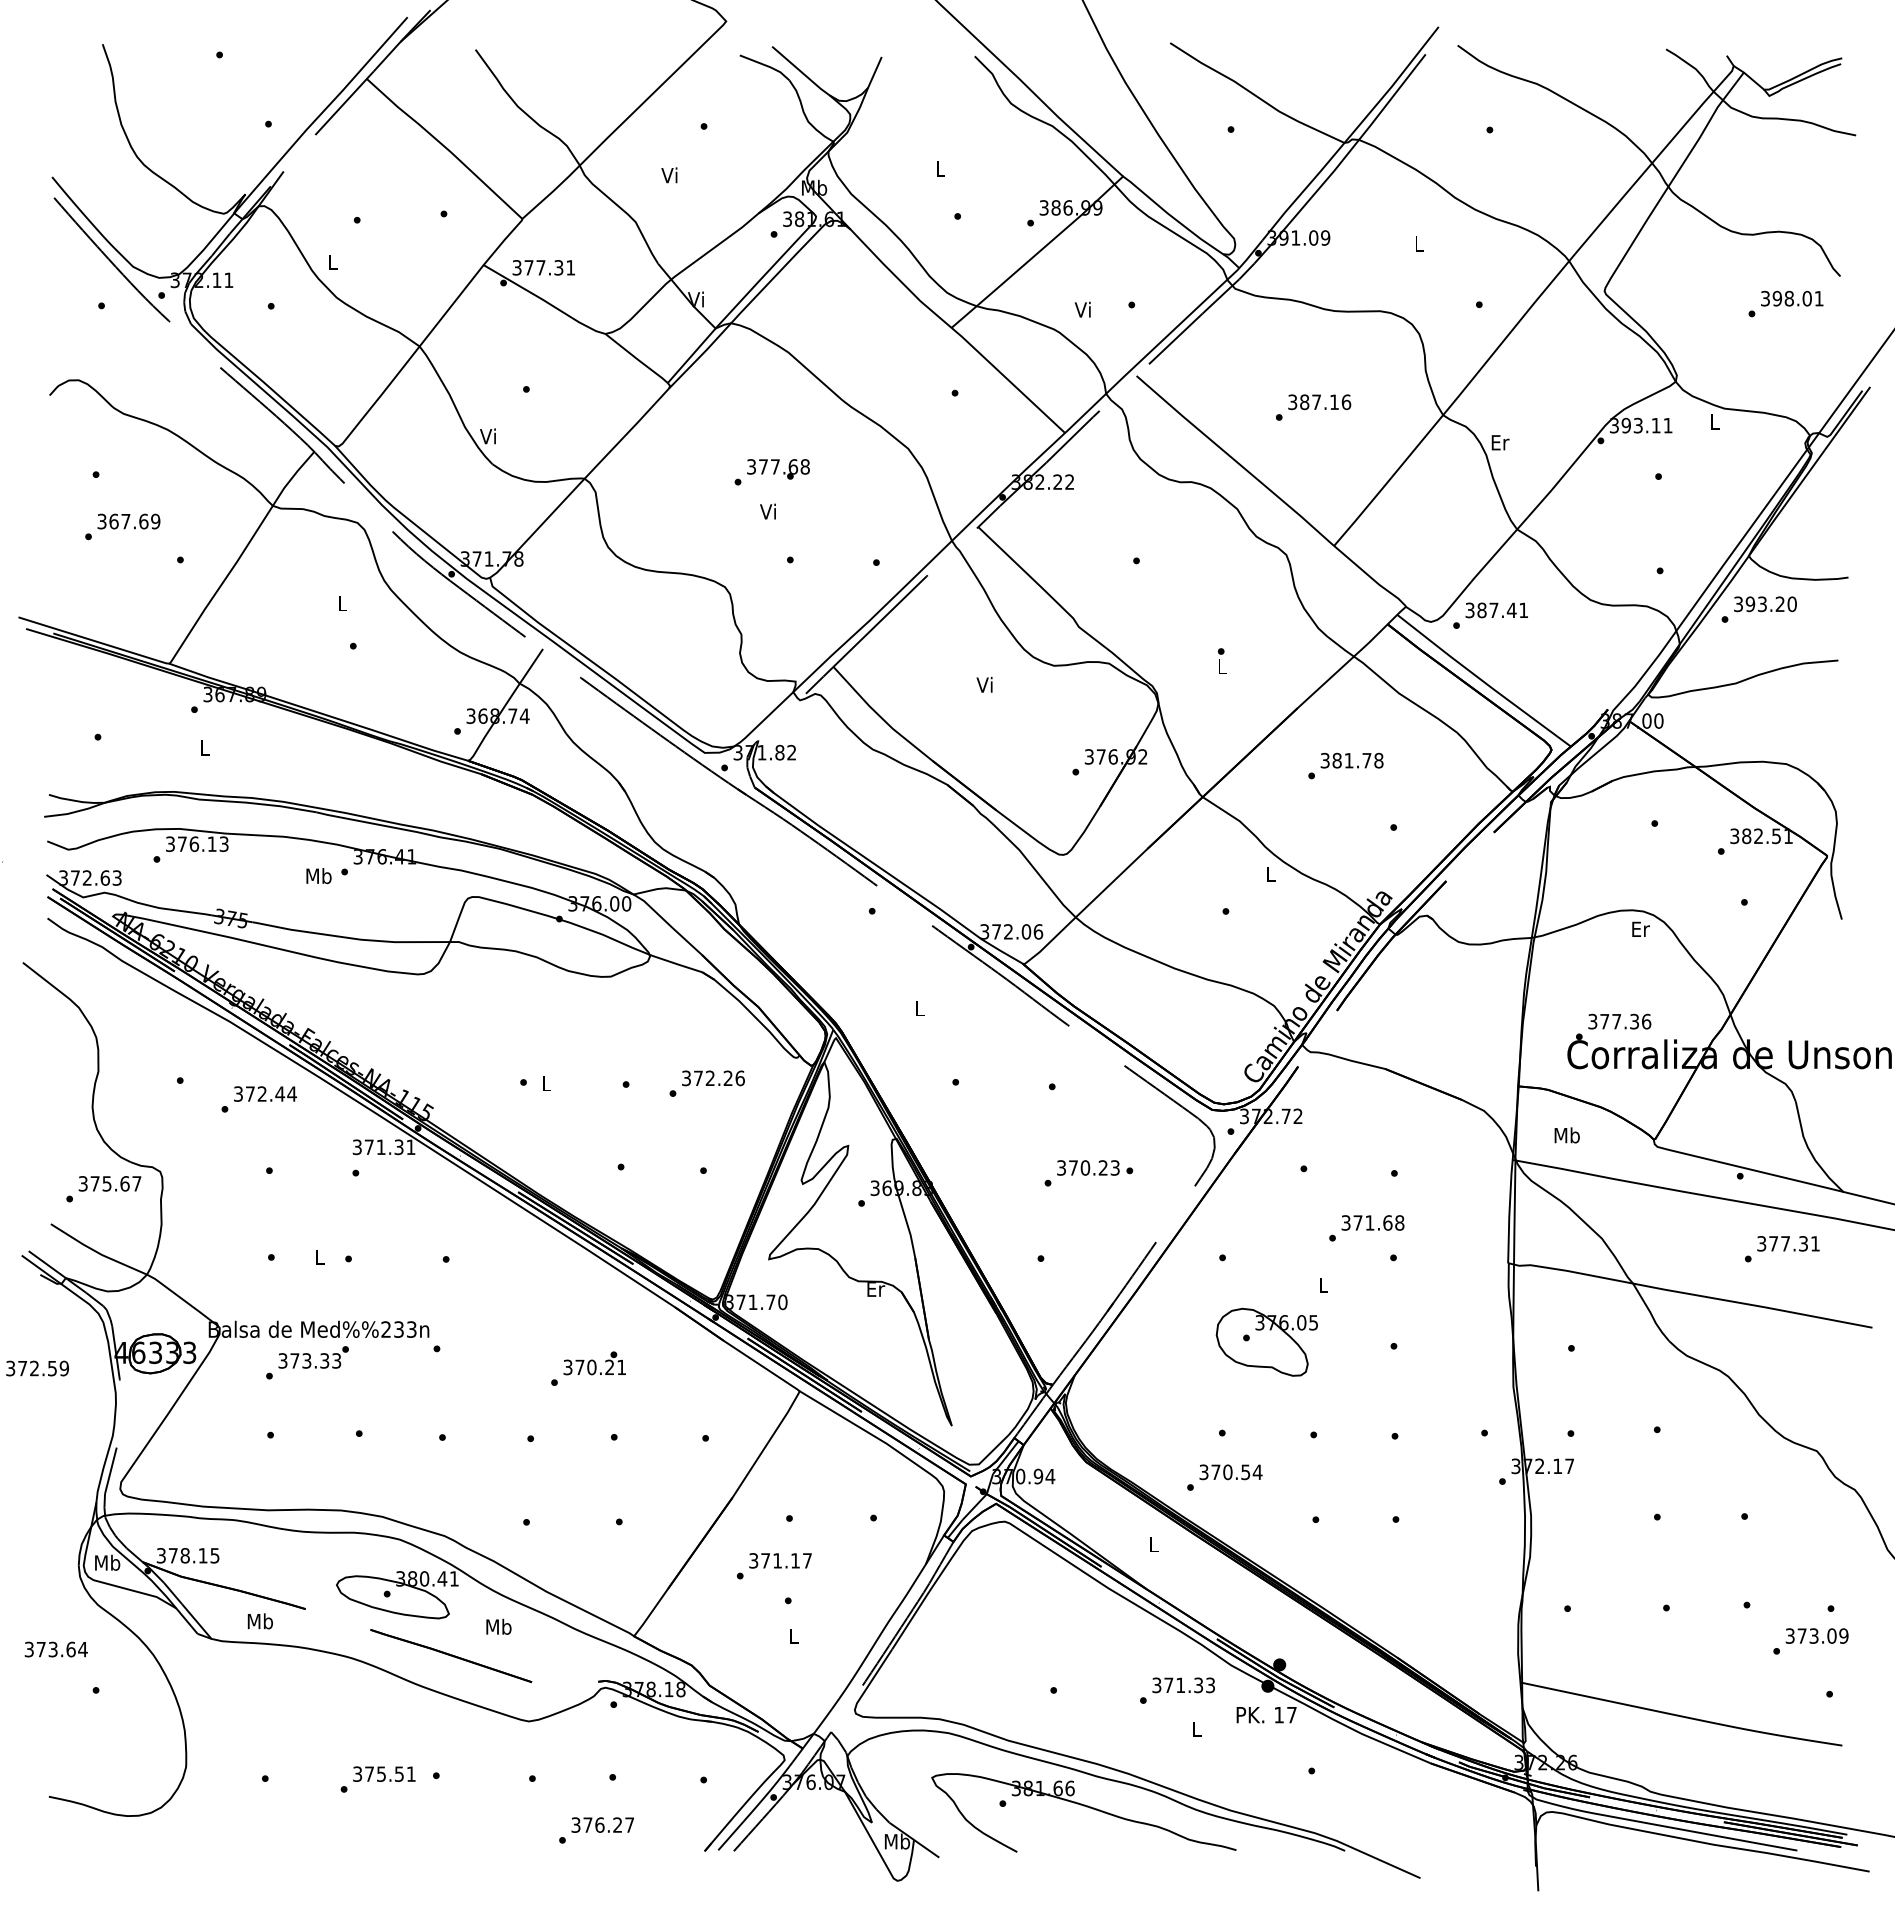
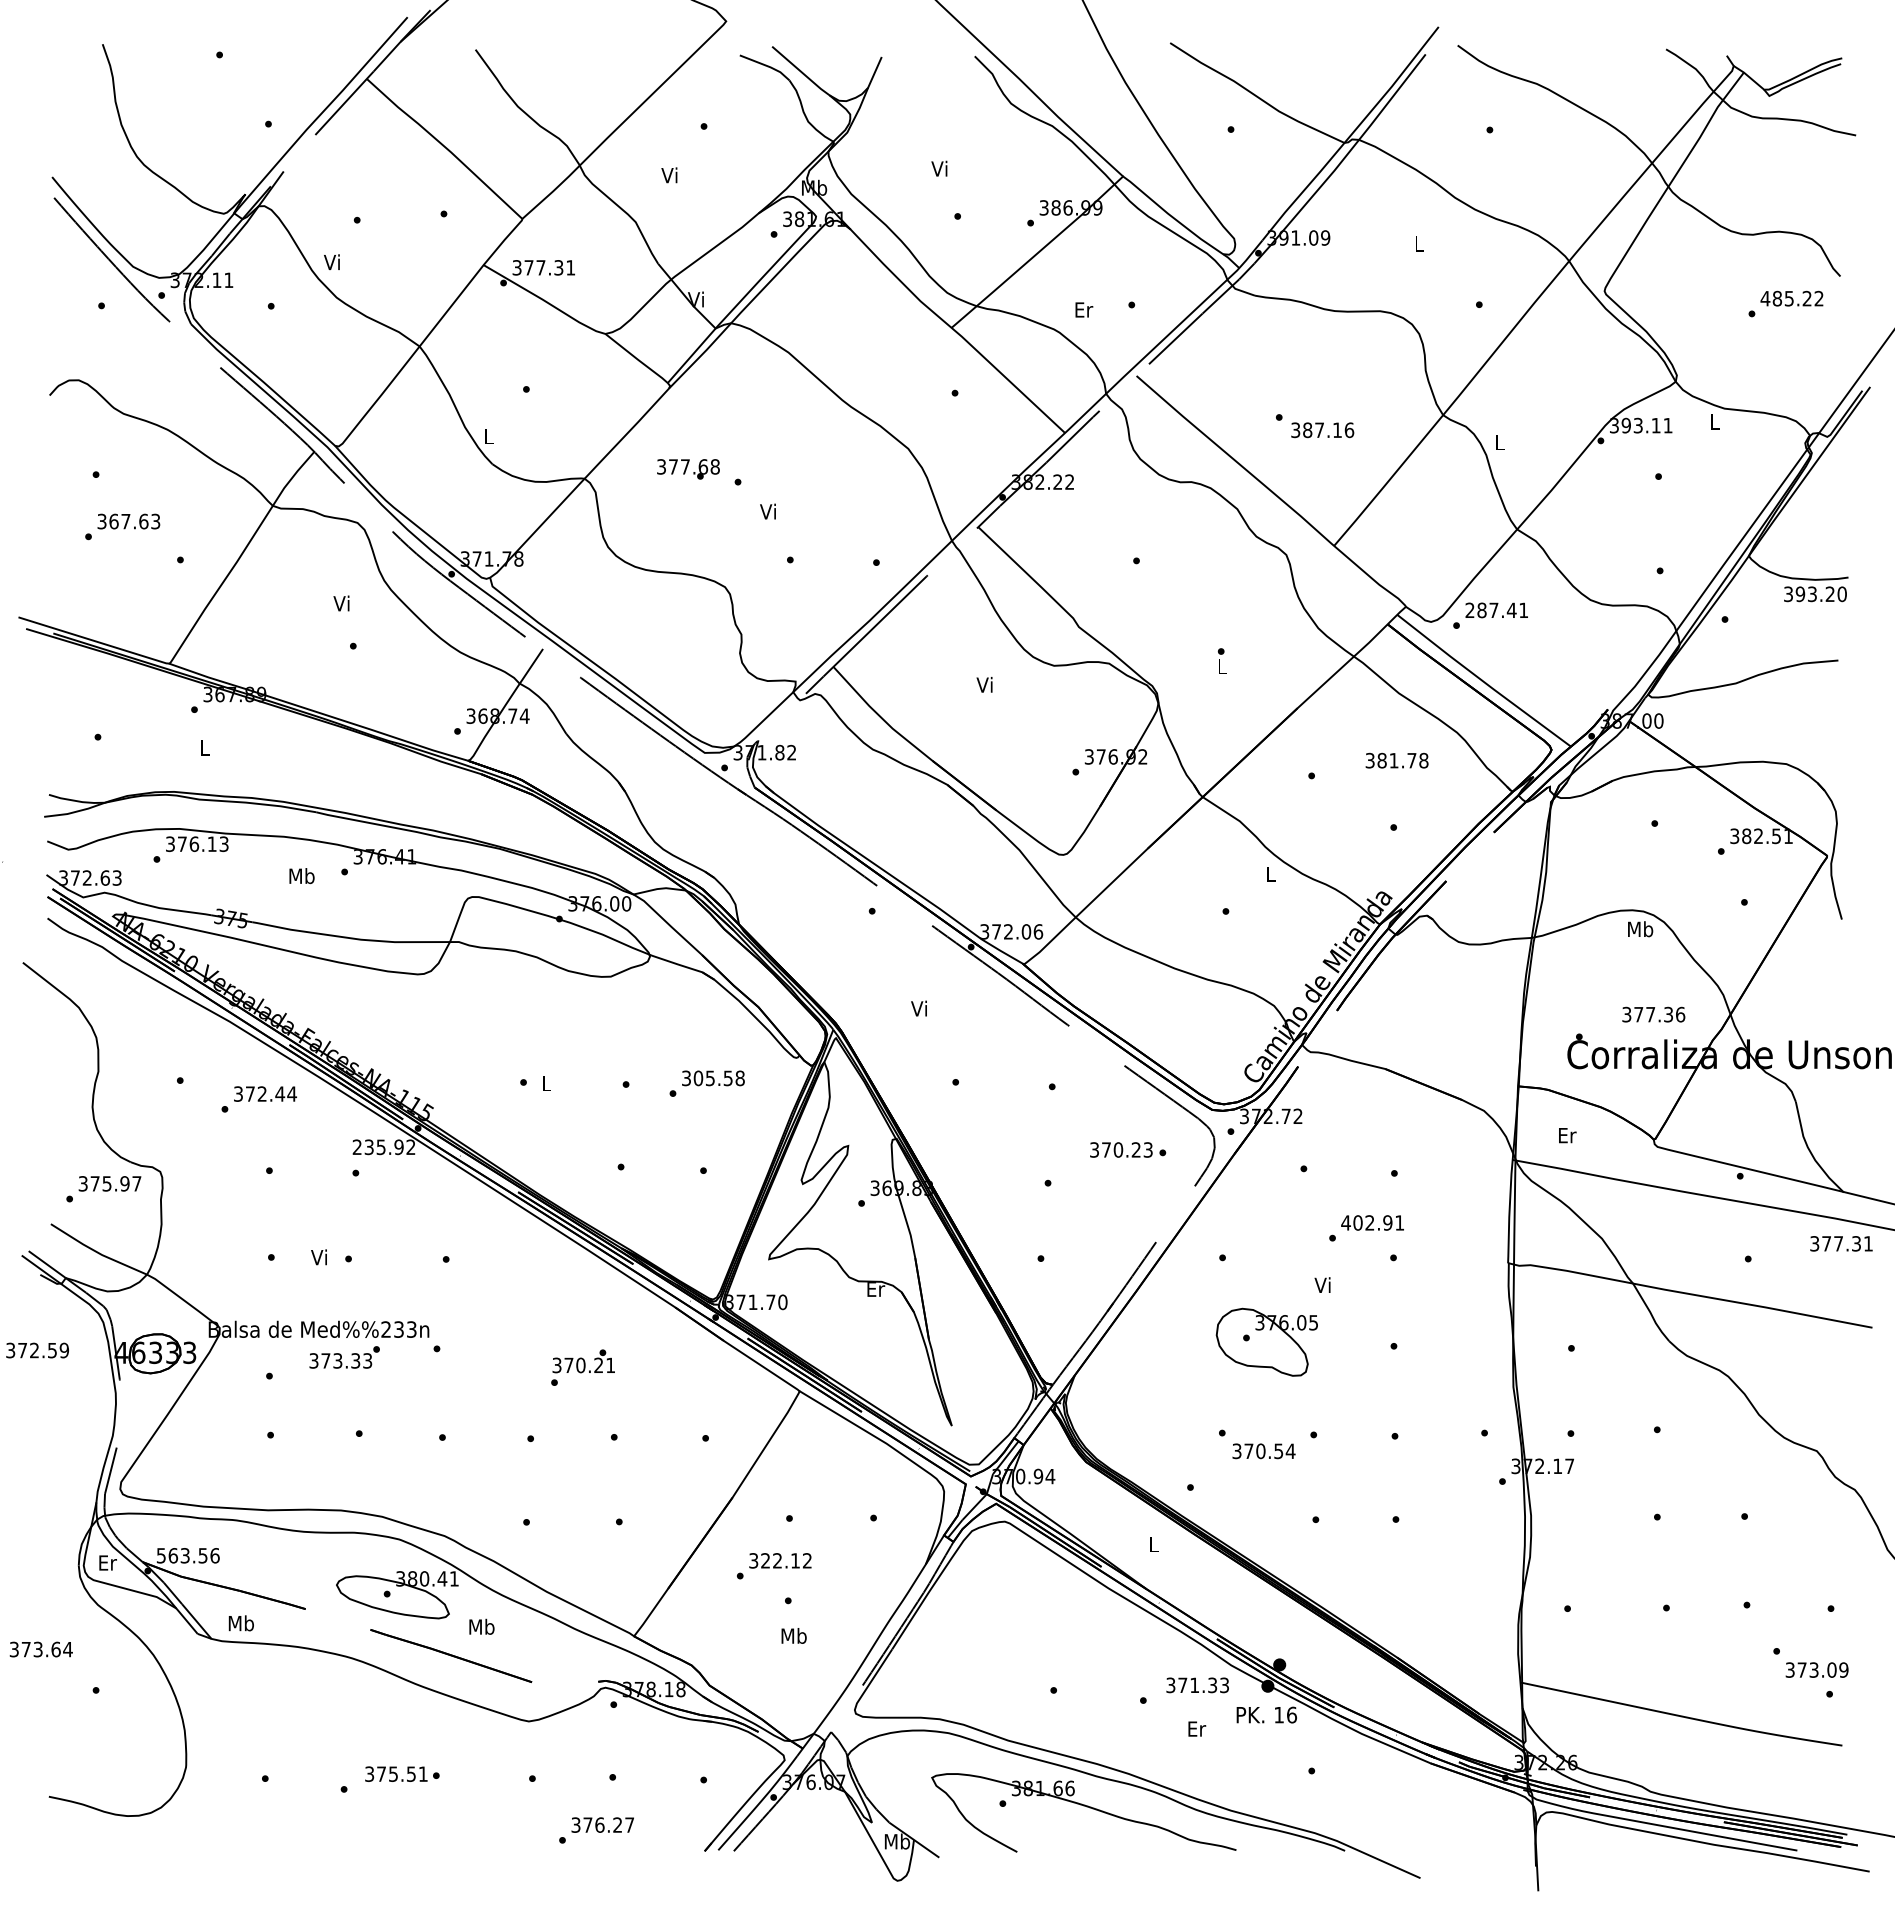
text at (939, 168): L -> Vi
text at (331, 262): L -> Vi
text at (1791, 298): 398.01 -> 485.22
text at (1083, 309): Vi -> Er
text at (1319, 402) position: (1319, 402) -> (1322, 430)
text at (487, 436): Vi -> L
text at (1500, 442): Er -> L
text at (778, 469) position: (778, 469) -> (688, 469)
text at (155, 521): 367.69 -> 367.63
text at (341, 603): L -> Vi
text at (1765, 604) position: (1765, 604) -> (1815, 594)
text at (1469, 610): 387.41 -> 287.41
text at (1351, 760) position: (1351, 760) -> (1396, 760)
text at (318, 876) position: (318, 876) -> (301, 876)
text at (1640, 929): Er -> Mb
text at (918, 1008): L -> Vi
text at (1619, 1021) position: (1619, 1021) -> (1653, 1014)
text at (718, 1078): 372.26 -> 305.58
text at (1566, 1135): Mb -> Er
text at (383, 1147): 371.31 -> 235.92
text at (1095, 1167) position: (1095, 1167) -> (1128, 1149)
text at (124, 1183): 375.67 -> 375.97
text at (1372, 1222): 371.68 -> 402.91
text at (1788, 1243) position: (1788, 1243) -> (1841, 1243)
text at (318, 1257): L -> Vi
text at (1322, 1284): L -> Vi
text at (313, 1357) position: (313, 1357) -> (344, 1357)
text at (594, 1363) position: (594, 1363) -> (583, 1361)
text at (37, 1368) position: (37, 1368) -> (37, 1350)
text at (1230, 1472) position: (1230, 1472) -> (1263, 1451)
text at (188, 1555): 378.15 -> 563.56
text at (786, 1560): 371.17 -> 322.12
text at (107, 1562): Mb -> Er
text at (259, 1621) position: (259, 1621) -> (240, 1623)
text at (498, 1626) position: (498, 1626) -> (481, 1626)
text at (793, 1635): L -> Mb
text at (1816, 1635) position: (1816, 1635) -> (1816, 1669)
text at (55, 1649) position: (55, 1649) -> (40, 1649)
text at (1183, 1685) position: (1183, 1685) -> (1197, 1685)
text at (1292, 1714): 17 -> 16
text at (1197, 1728): L -> Er
text at (384, 1773) position: (384, 1773) -> (396, 1773)
